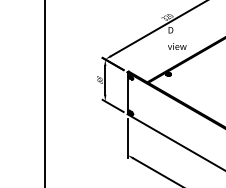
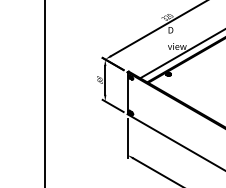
line at (181, 54): none -> present
